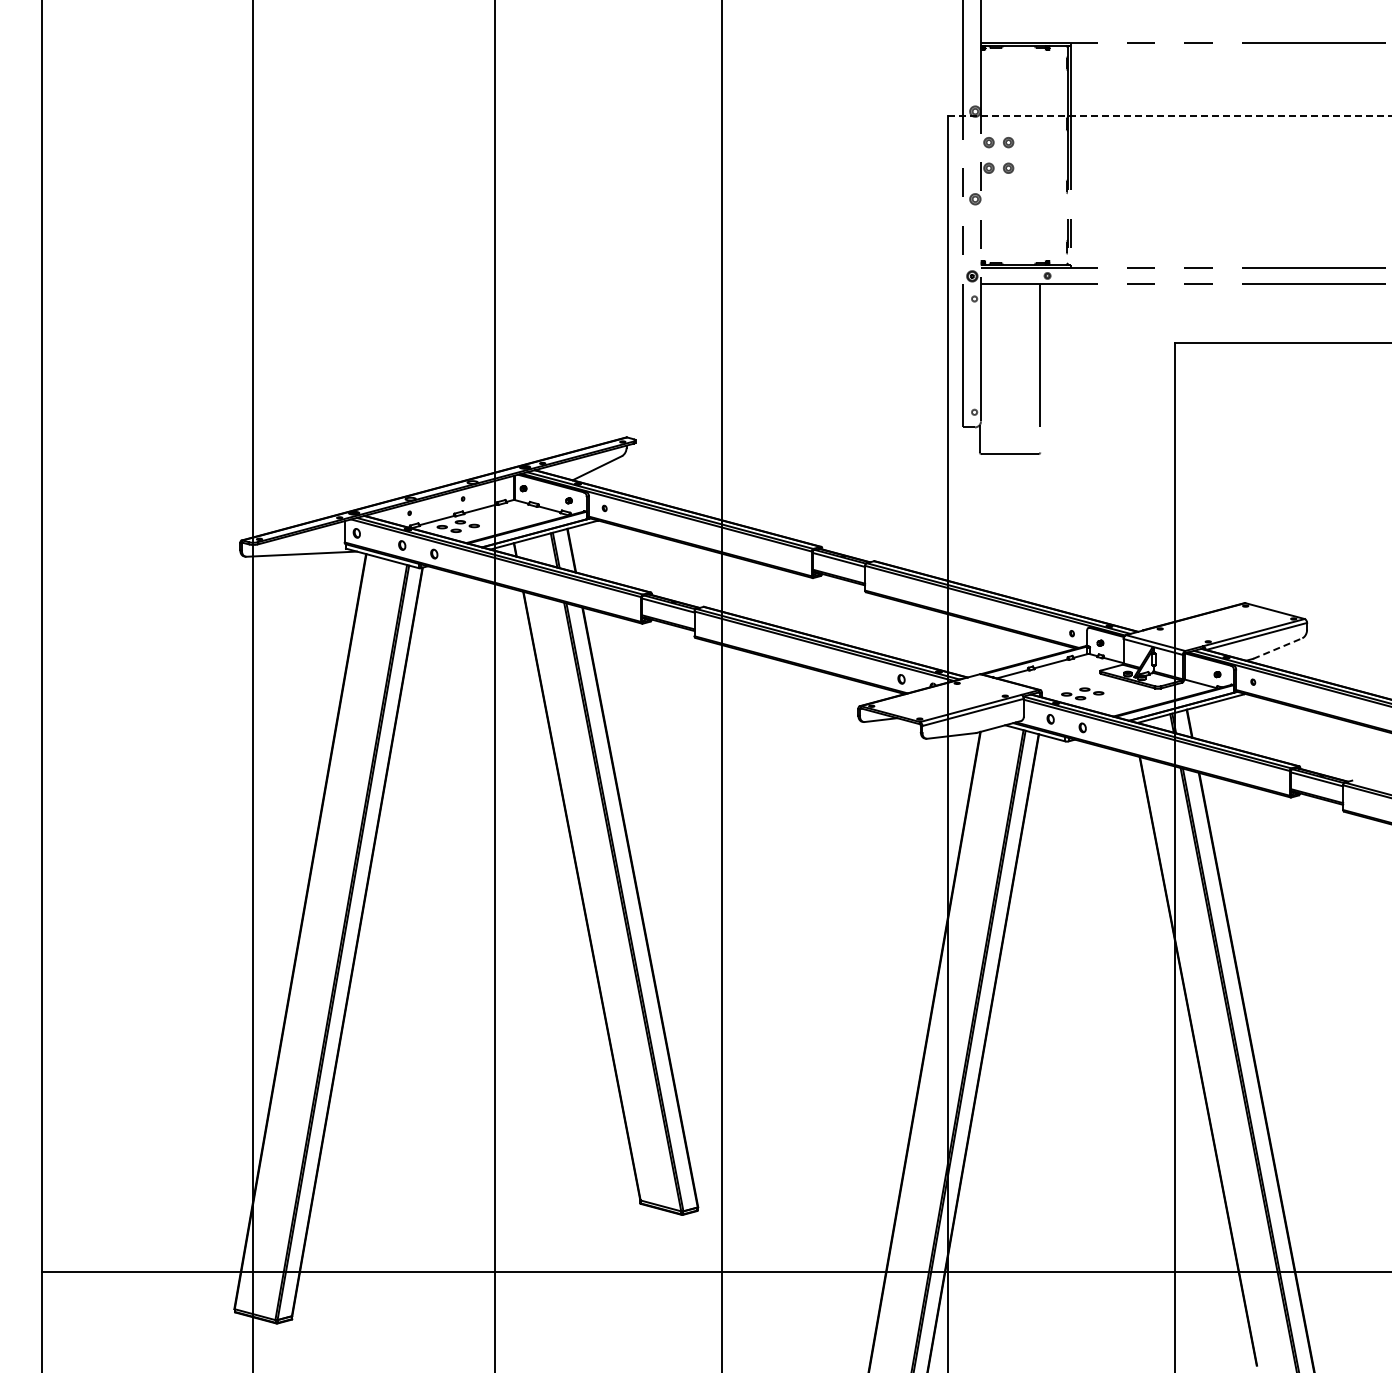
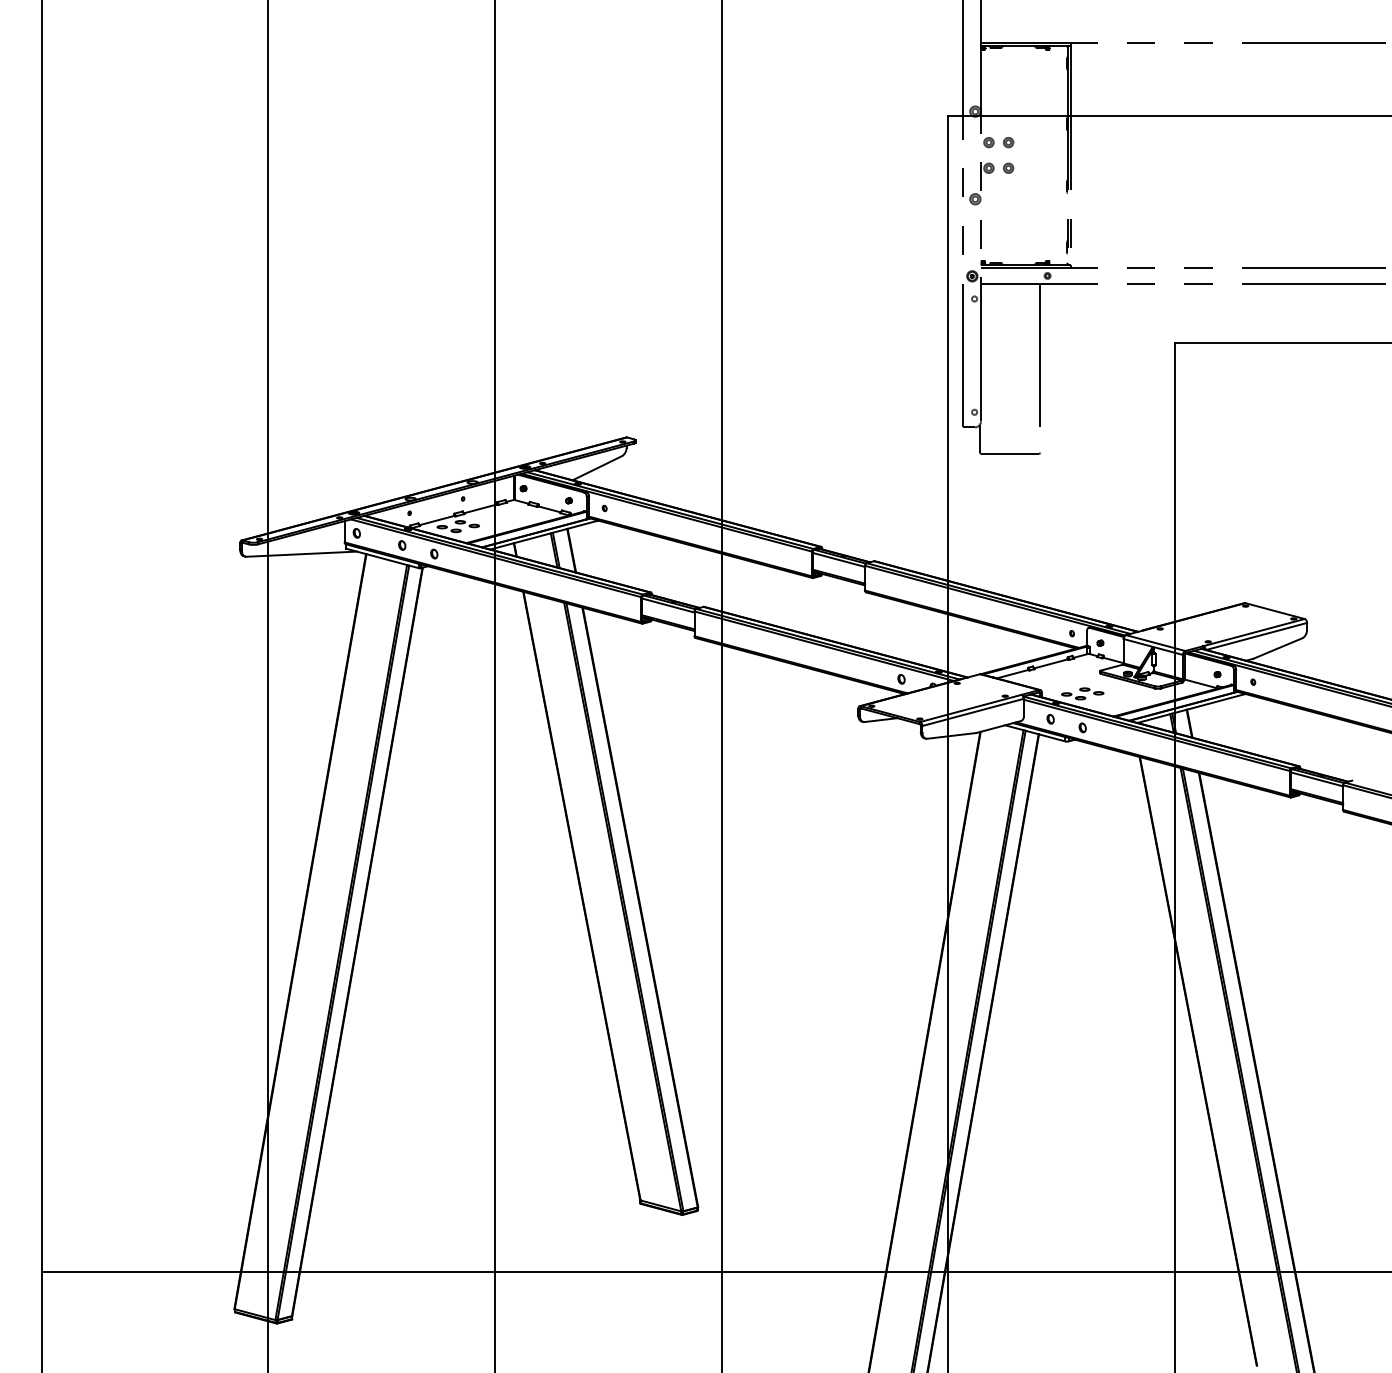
line at (1170, 116): dashed -> solid
line at (1277, 648): dashed -> solid
line at (253, 685) position: (253, 685) -> (268, 685)
